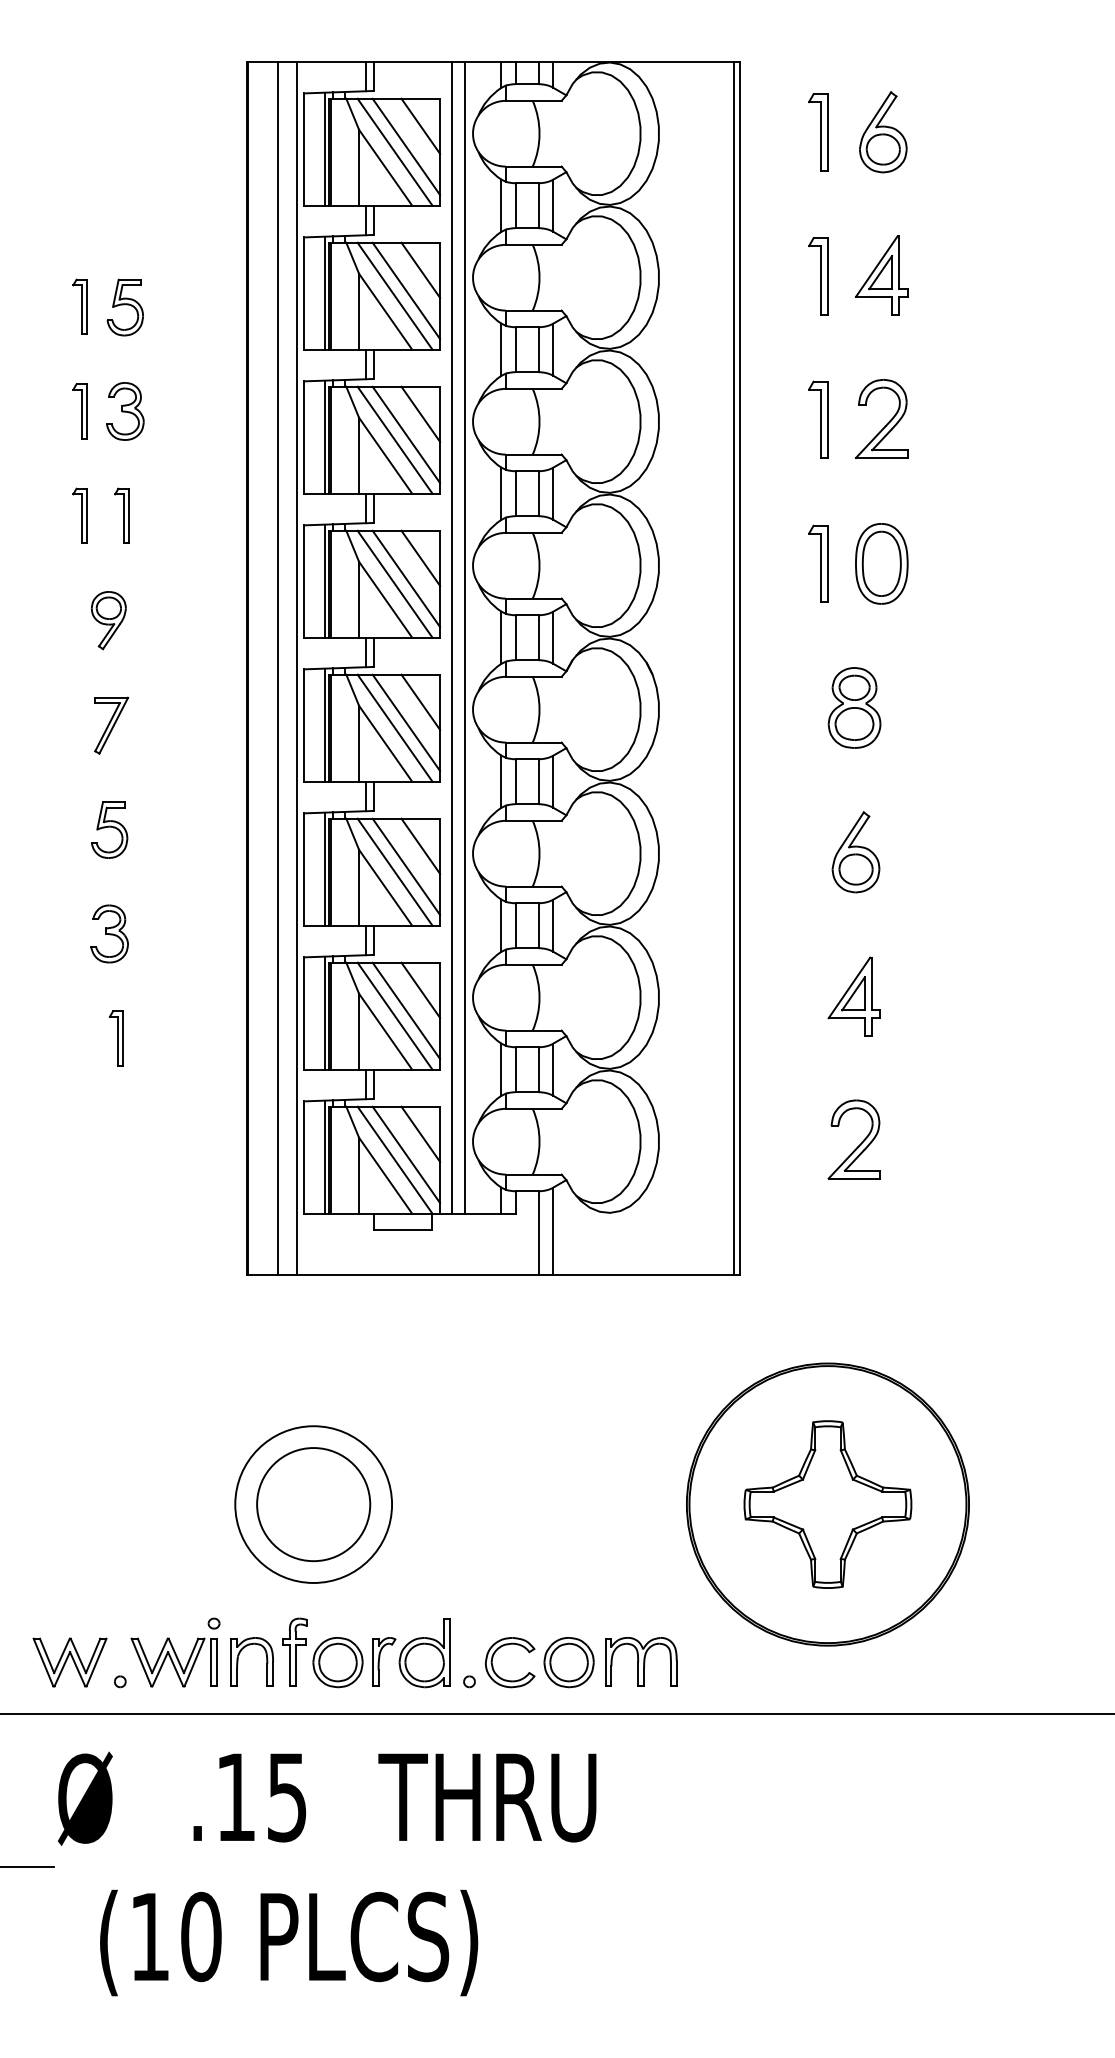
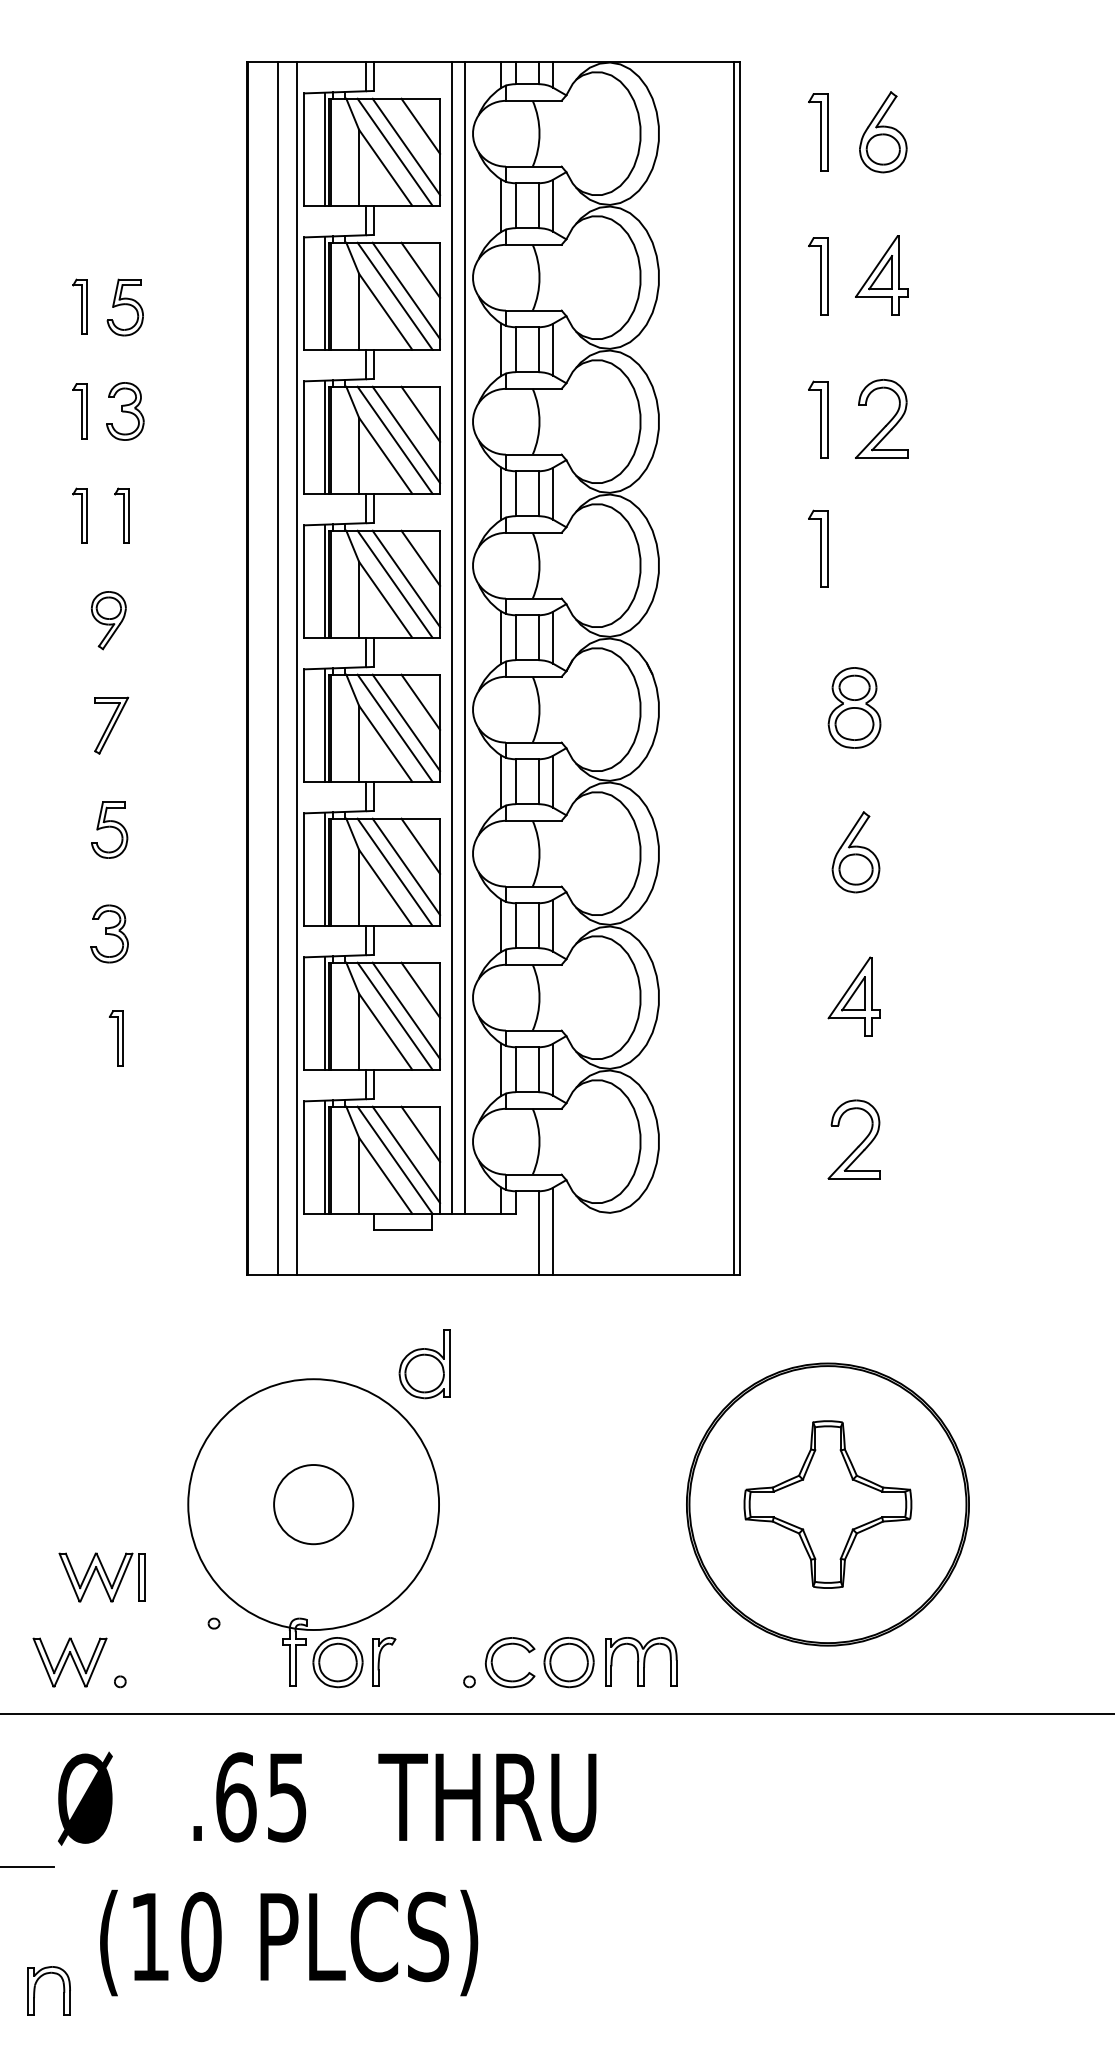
part at (818, 563) position: (818, 563) -> (818, 548)
part at (881, 563): present -> none
circle at (313, 1504) diameter: 113 px -> 79 px
circle at (313, 1504) diameter: 157 px -> 251 px
part at (424, 1653) position: (424, 1653) -> (424, 1364)
part at (238, 1661) position: (238, 1661) -> (35, 1990)
part at (173, 1662) position: (173, 1662) -> (101, 1577)
text at (236, 1797): .15 -> .65
